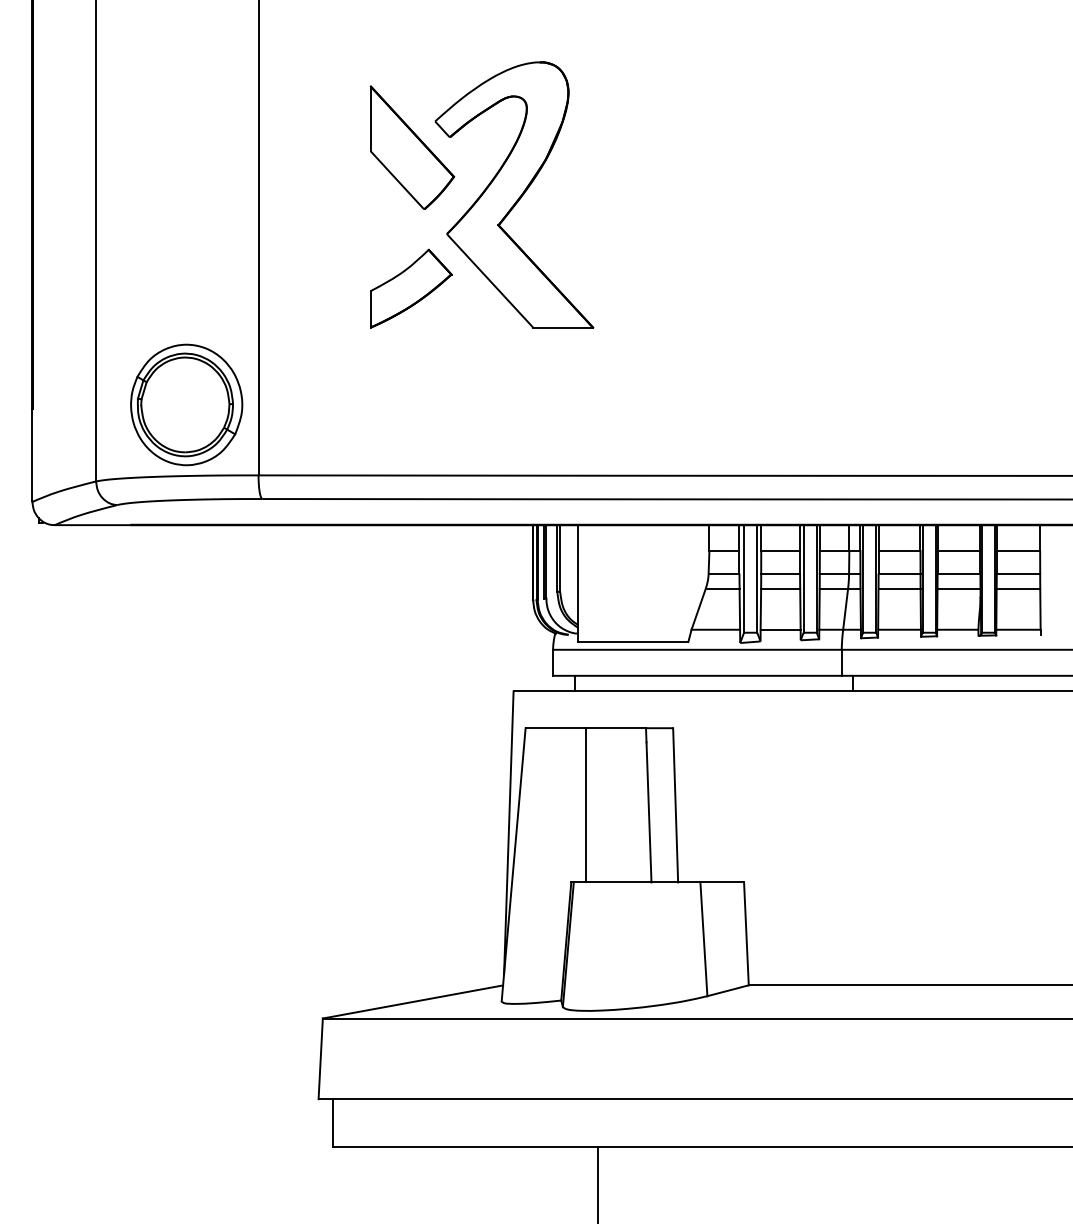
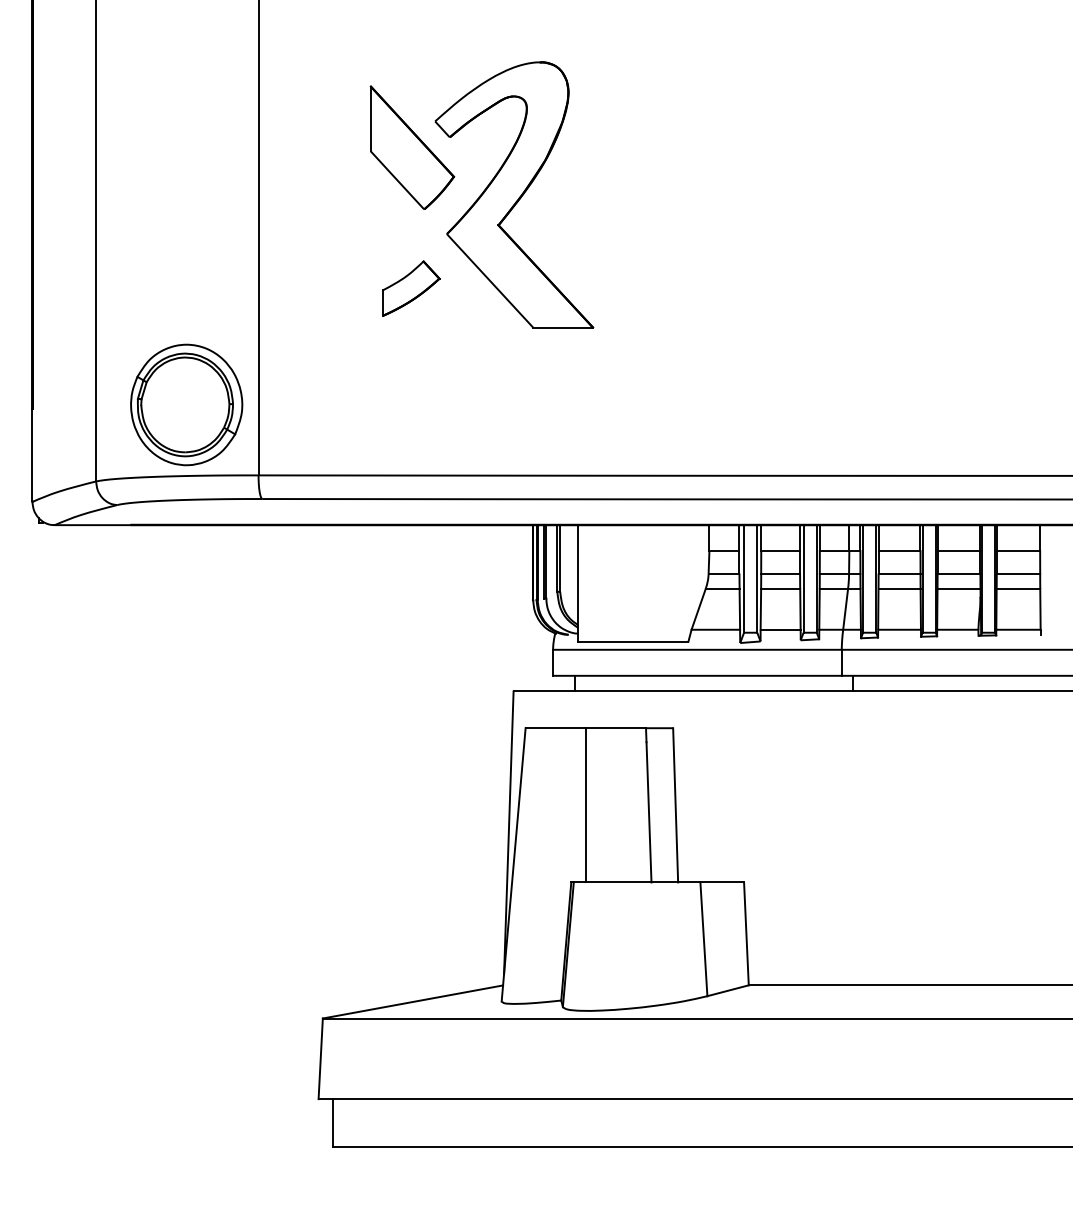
part at (411, 288) size: 83x81 px -> 59x57 px
line at (598, 1183): present -> none
